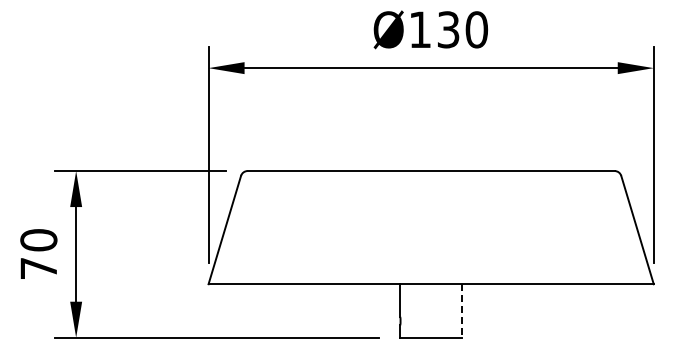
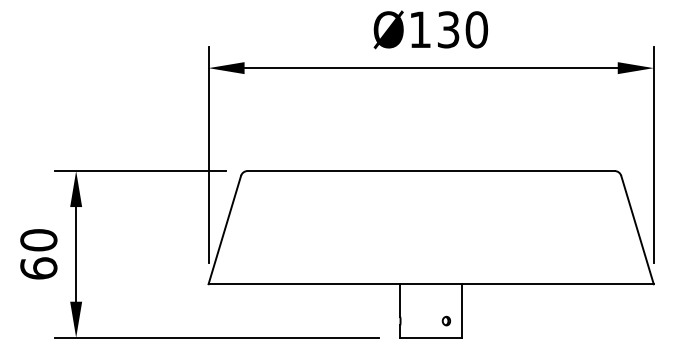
text at (38, 268): 70 -> 60
line at (462, 310): dashed -> solid
part at (446, 320): none -> present
